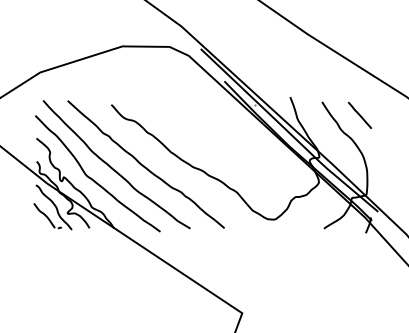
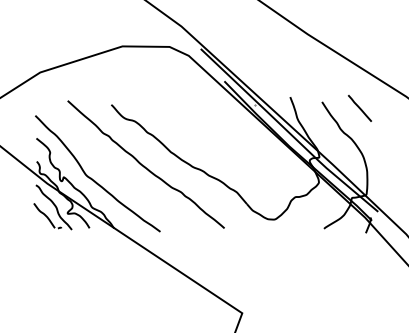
line at (359, 115) position: (359, 115) -> (359, 108)
curve at (112, 167): present -> none
